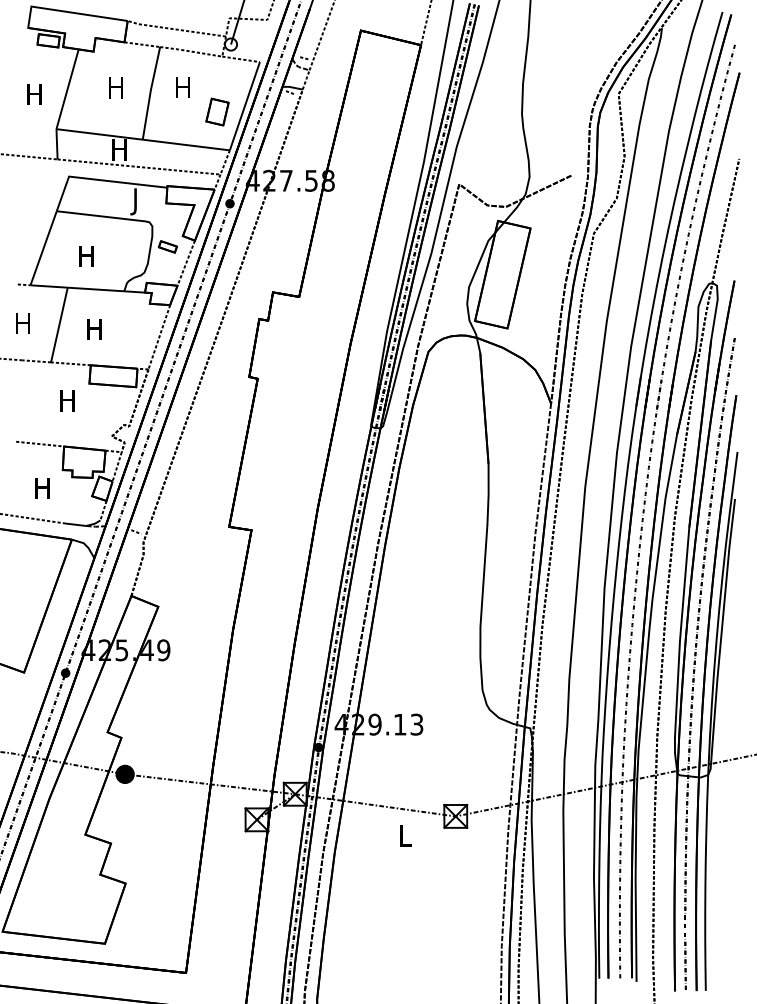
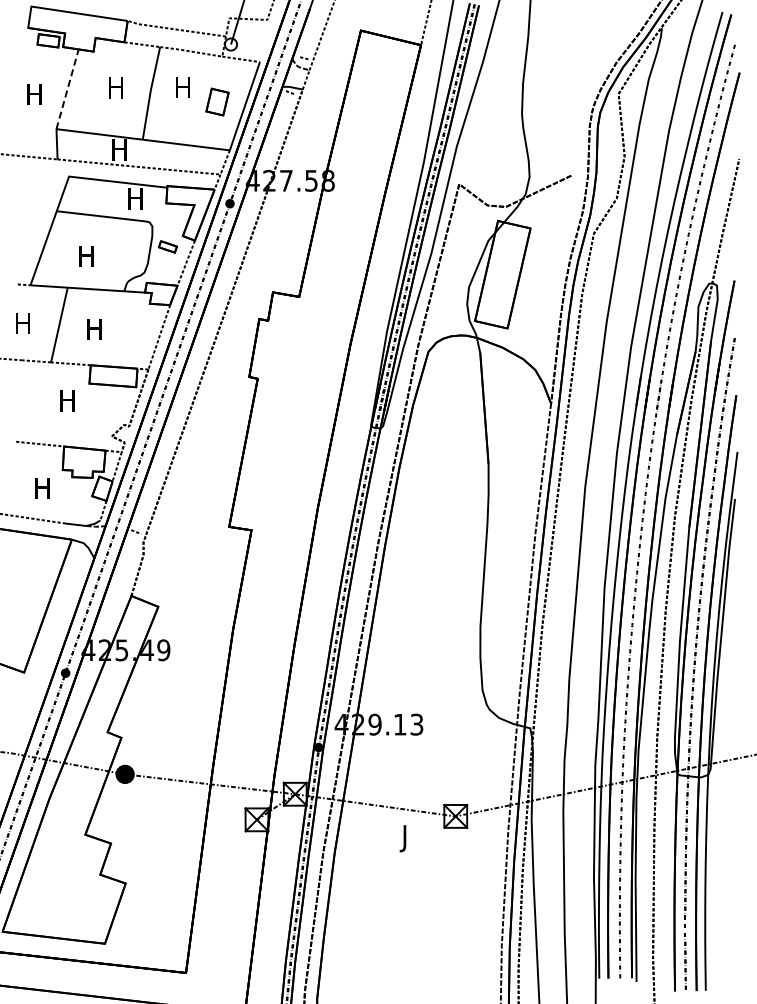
line at (67, 88): solid -> dashed
part at (217, 111) position: (217, 111) -> (217, 101)
text at (135, 201): J -> H
text at (405, 838): L -> J
